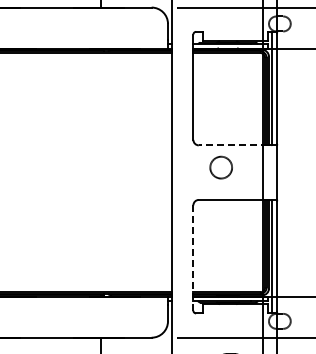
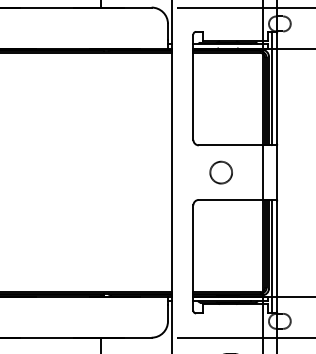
line at (232, 145): dashed -> solid
circle at (220, 167) position: (220, 167) -> (220, 172)
line at (193, 258): dashed -> solid
